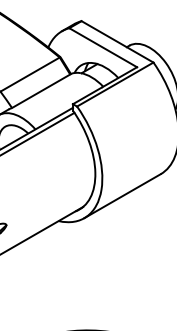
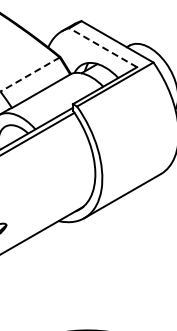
line at (102, 47): solid -> dashed
line at (29, 74): solid -> dashed
